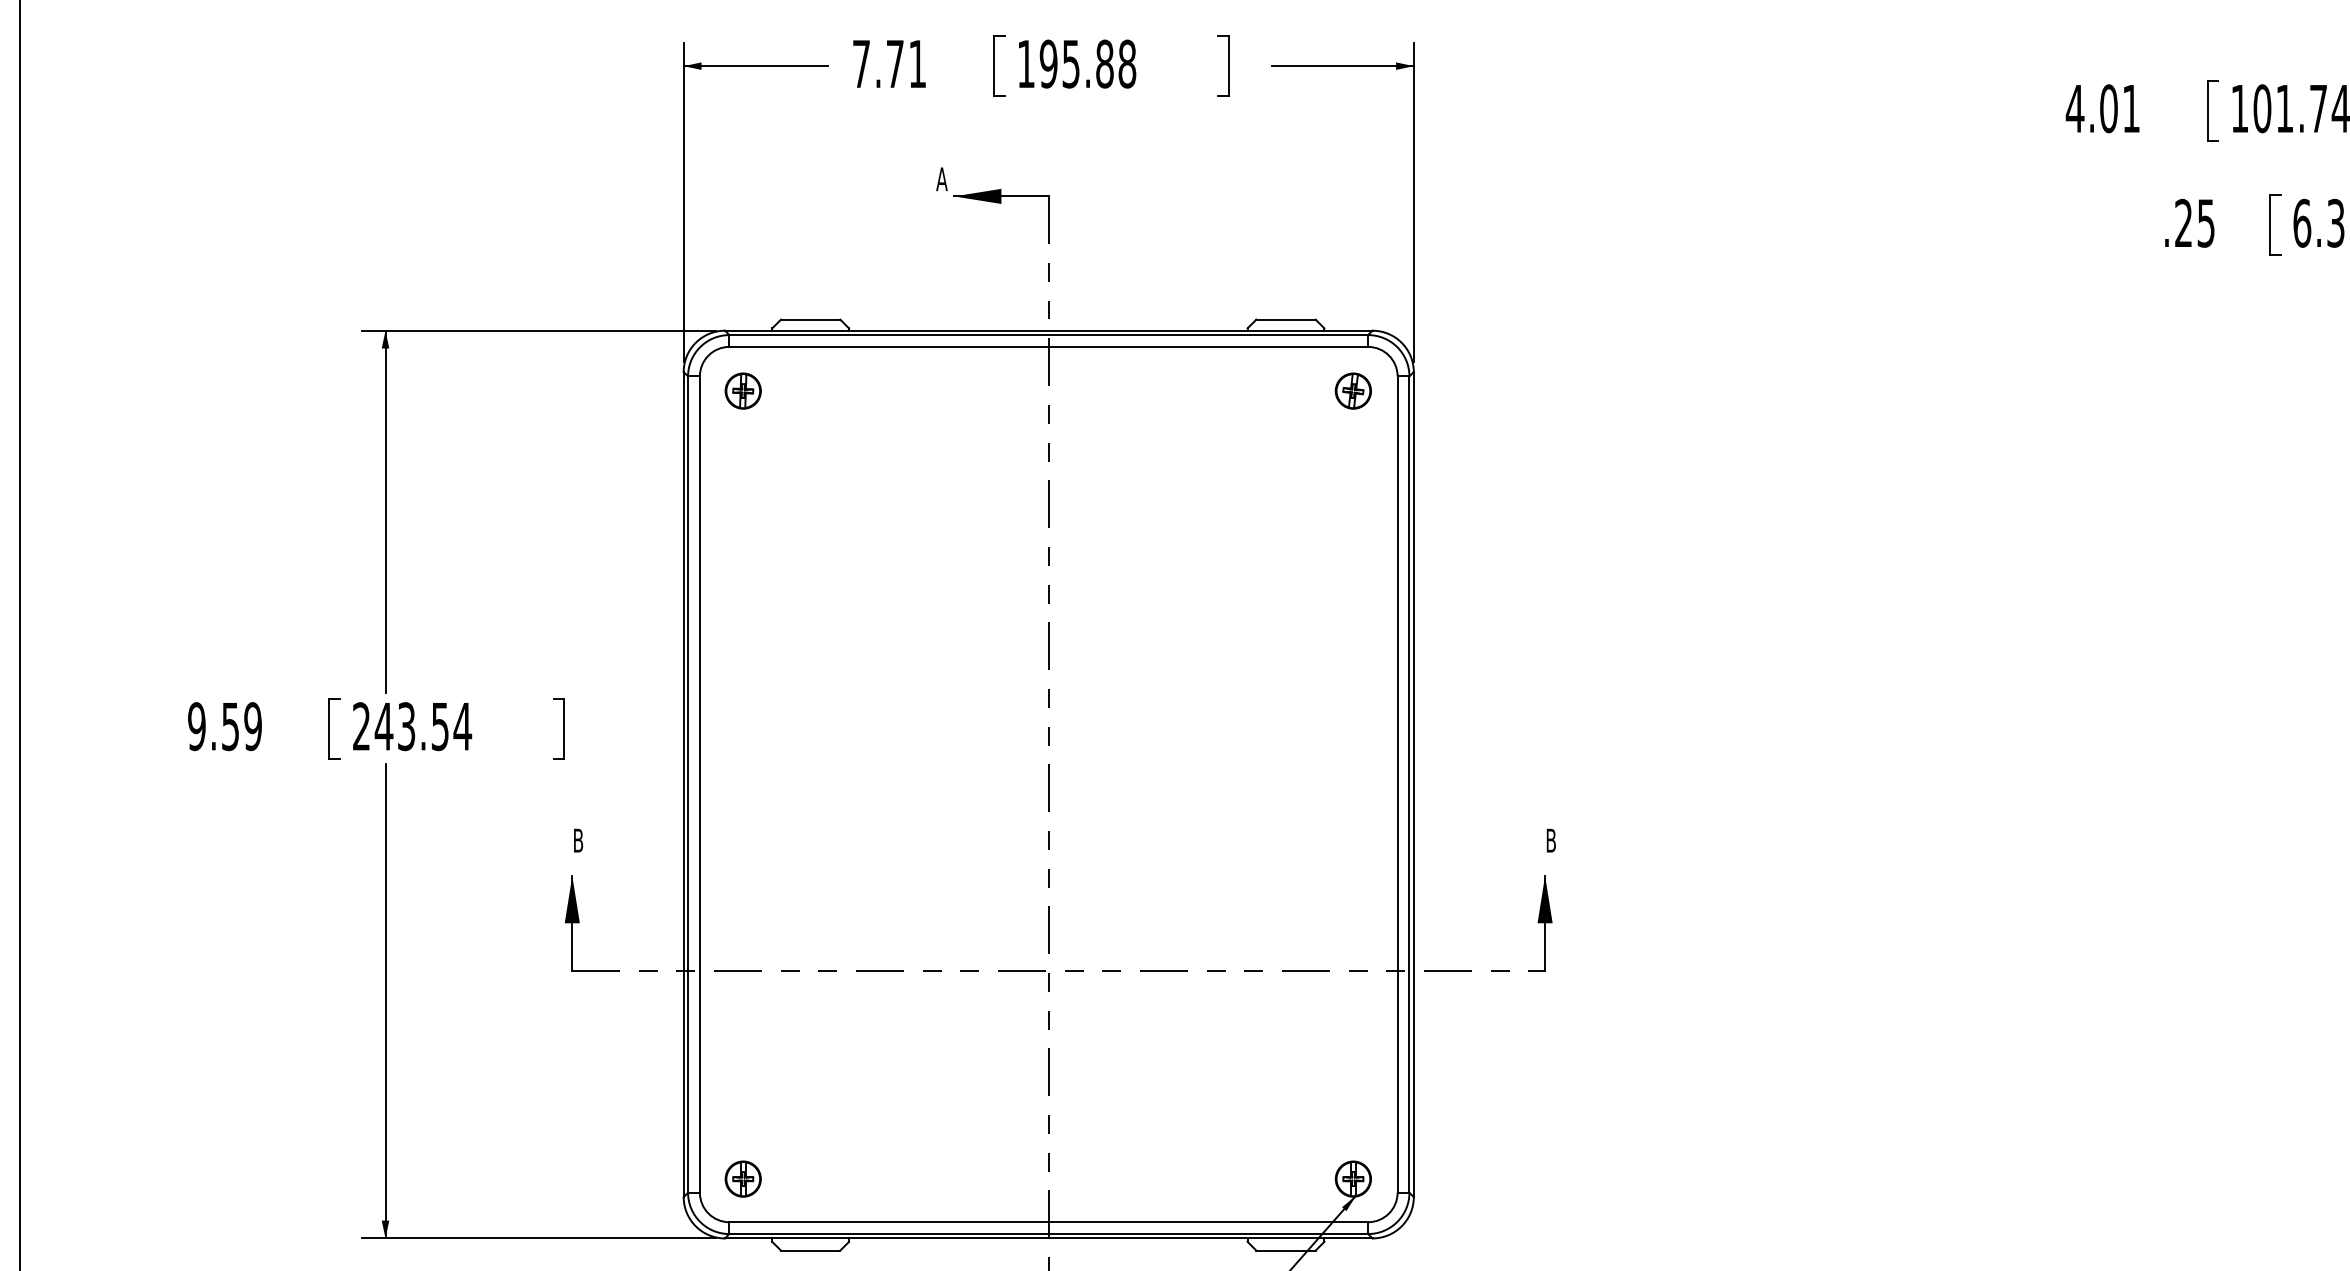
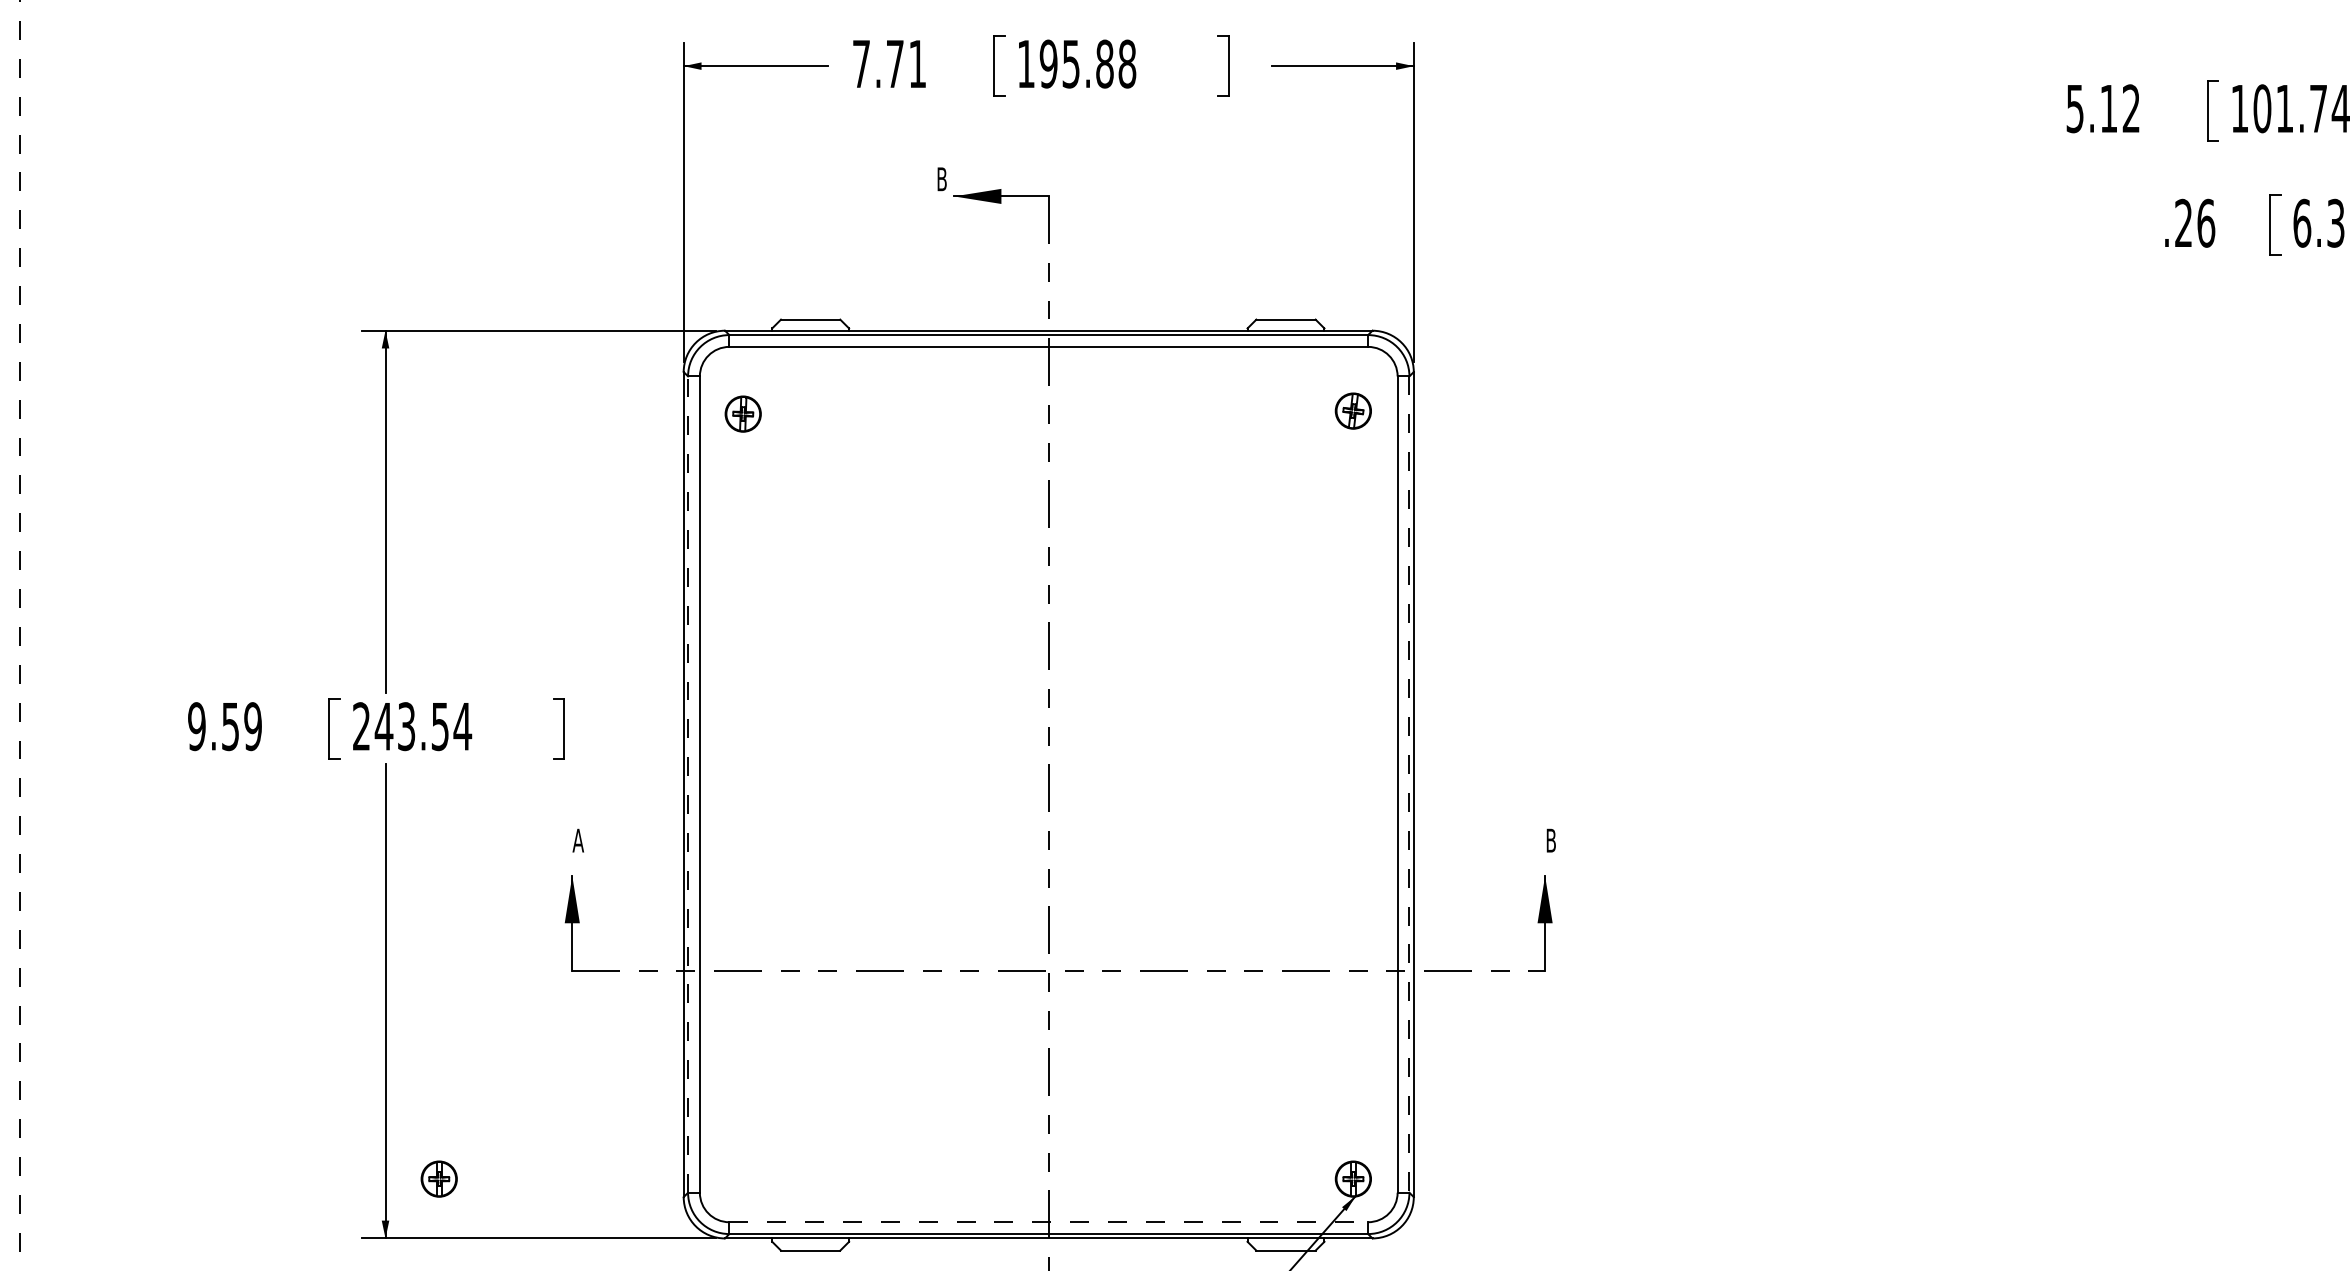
text at (2102, 108): 4.01 -> 5.12
text at (941, 179): A -> B
text at (2206, 222): .25 -> .26
part at (742, 390) position: (742, 390) -> (742, 413)
part at (1352, 390) position: (1352, 390) -> (1352, 410)
line at (20, 635): solid -> dashed
line at (688, 784): solid -> dashed
line at (1409, 785): solid -> dashed
text at (578, 840): B -> A
part at (742, 1178) position: (742, 1178) -> (438, 1178)
line at (1049, 1222): solid -> dashed
